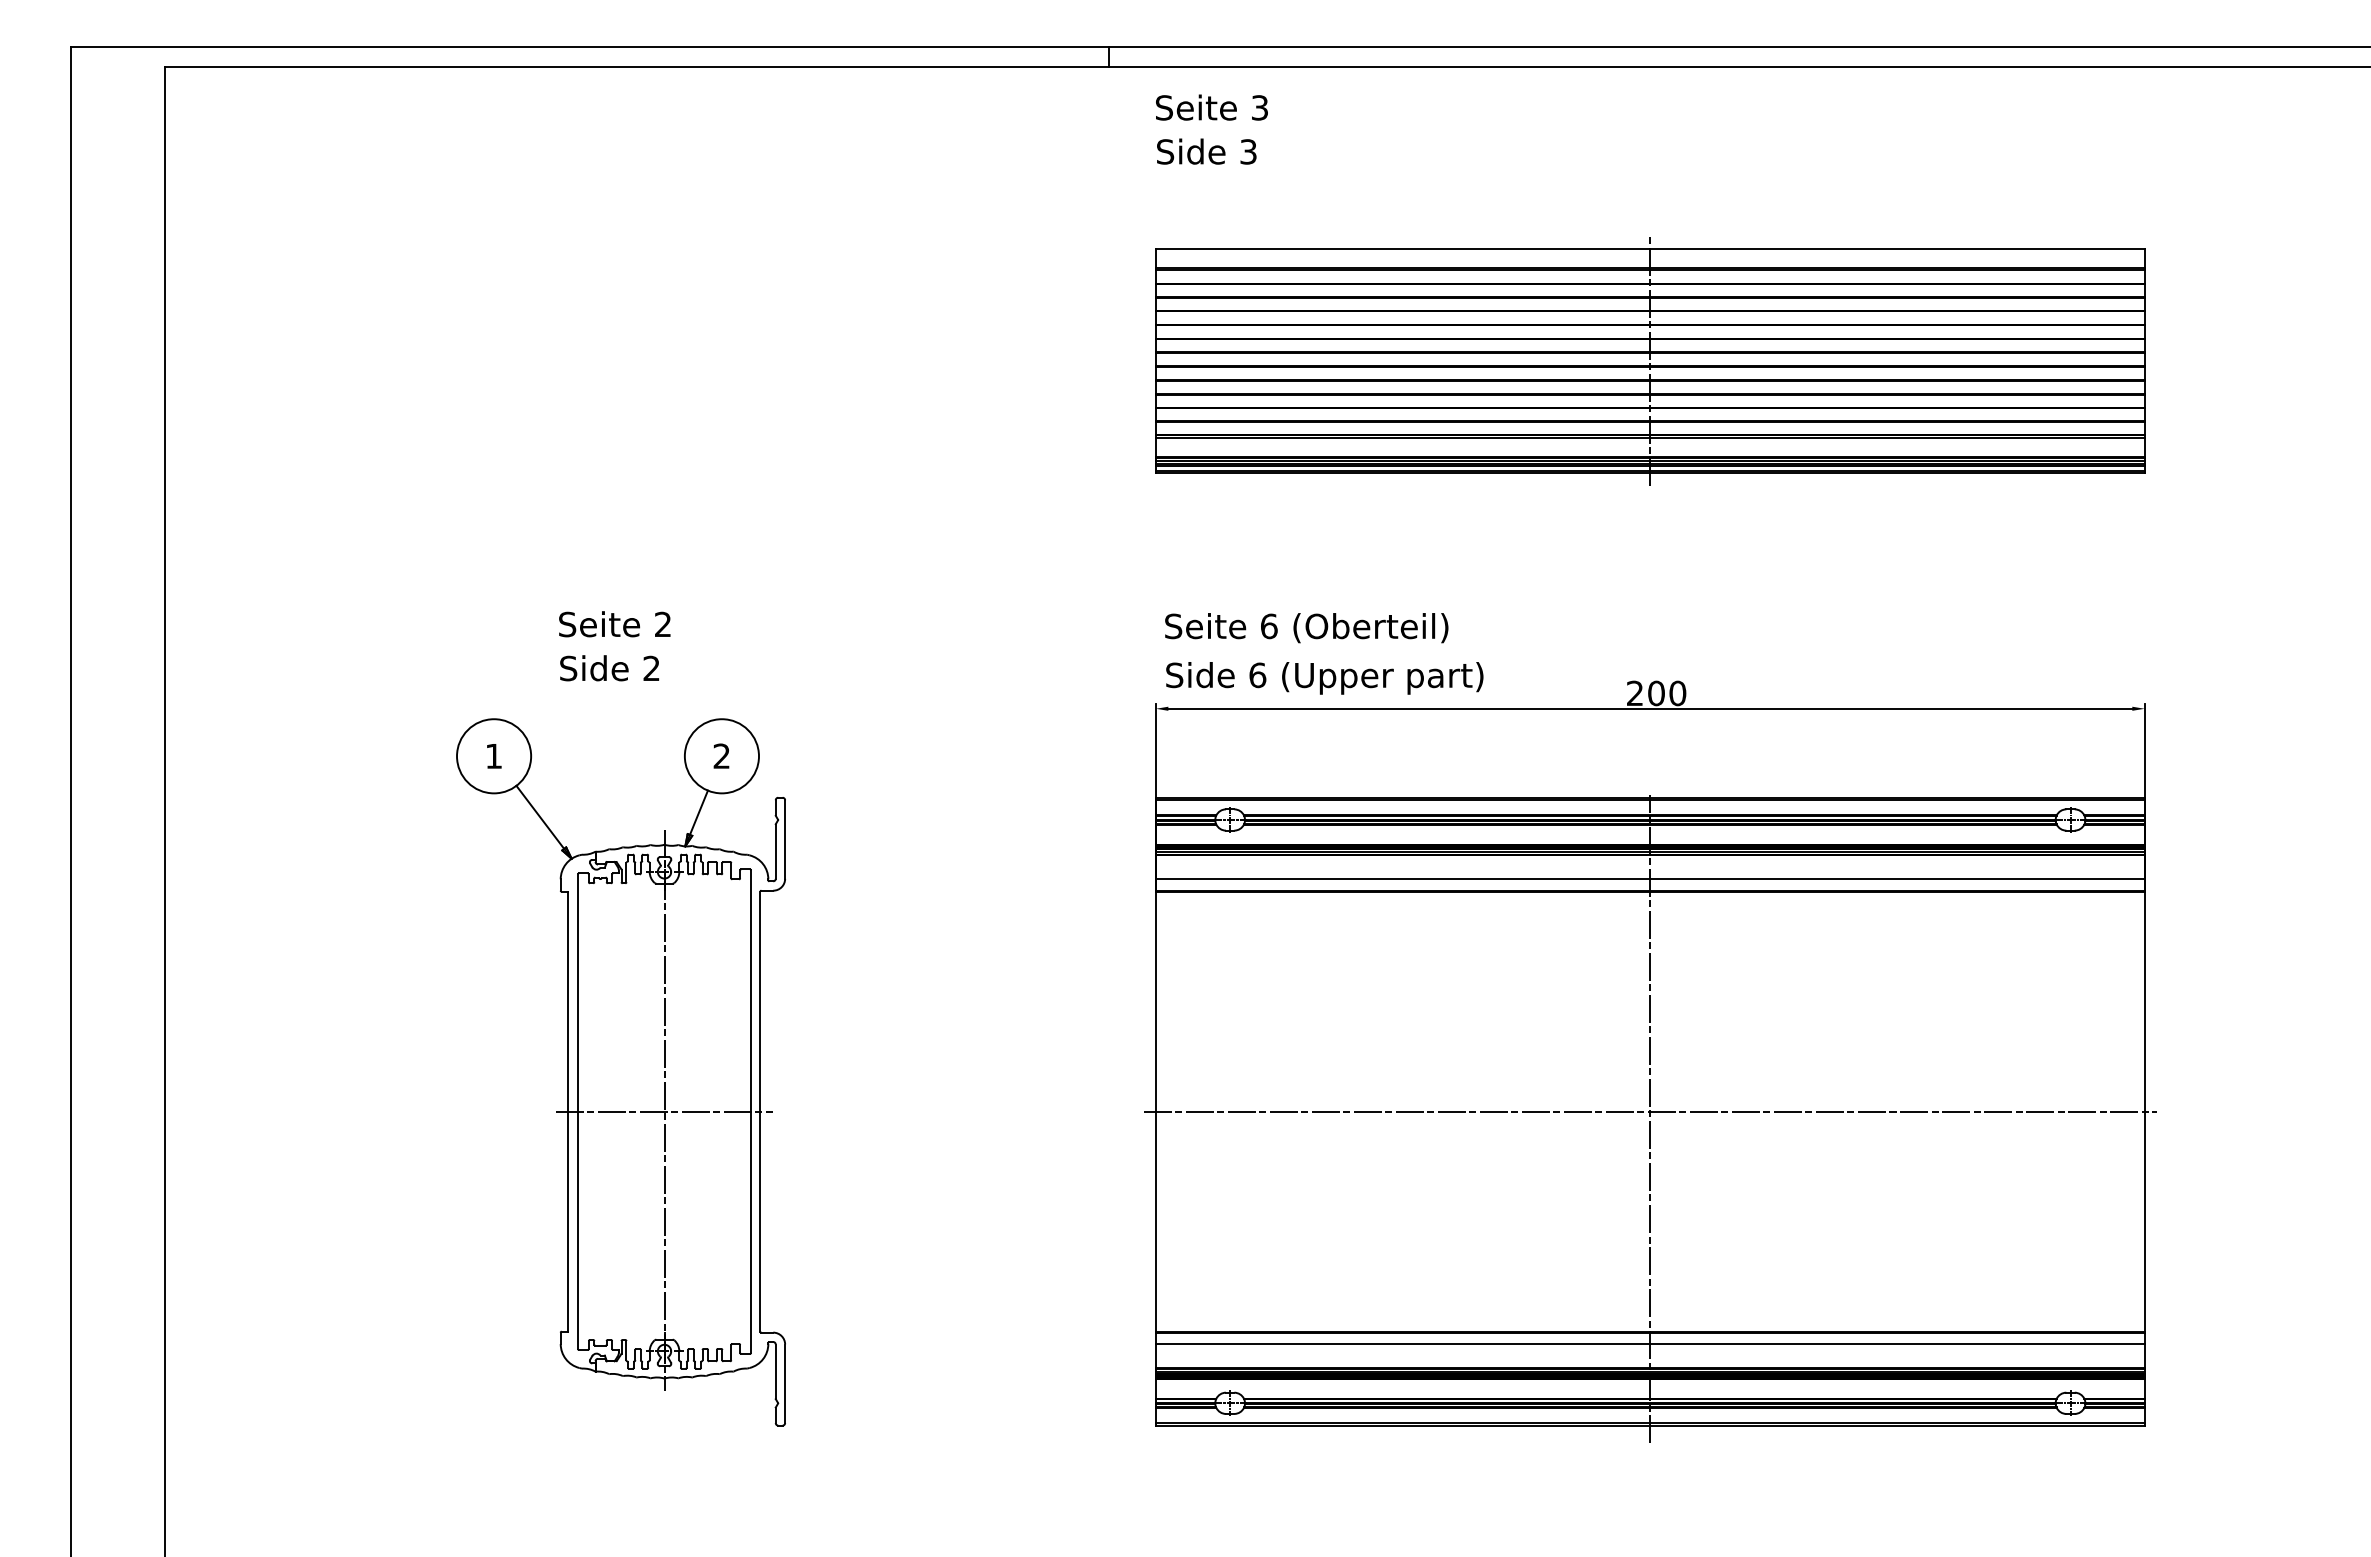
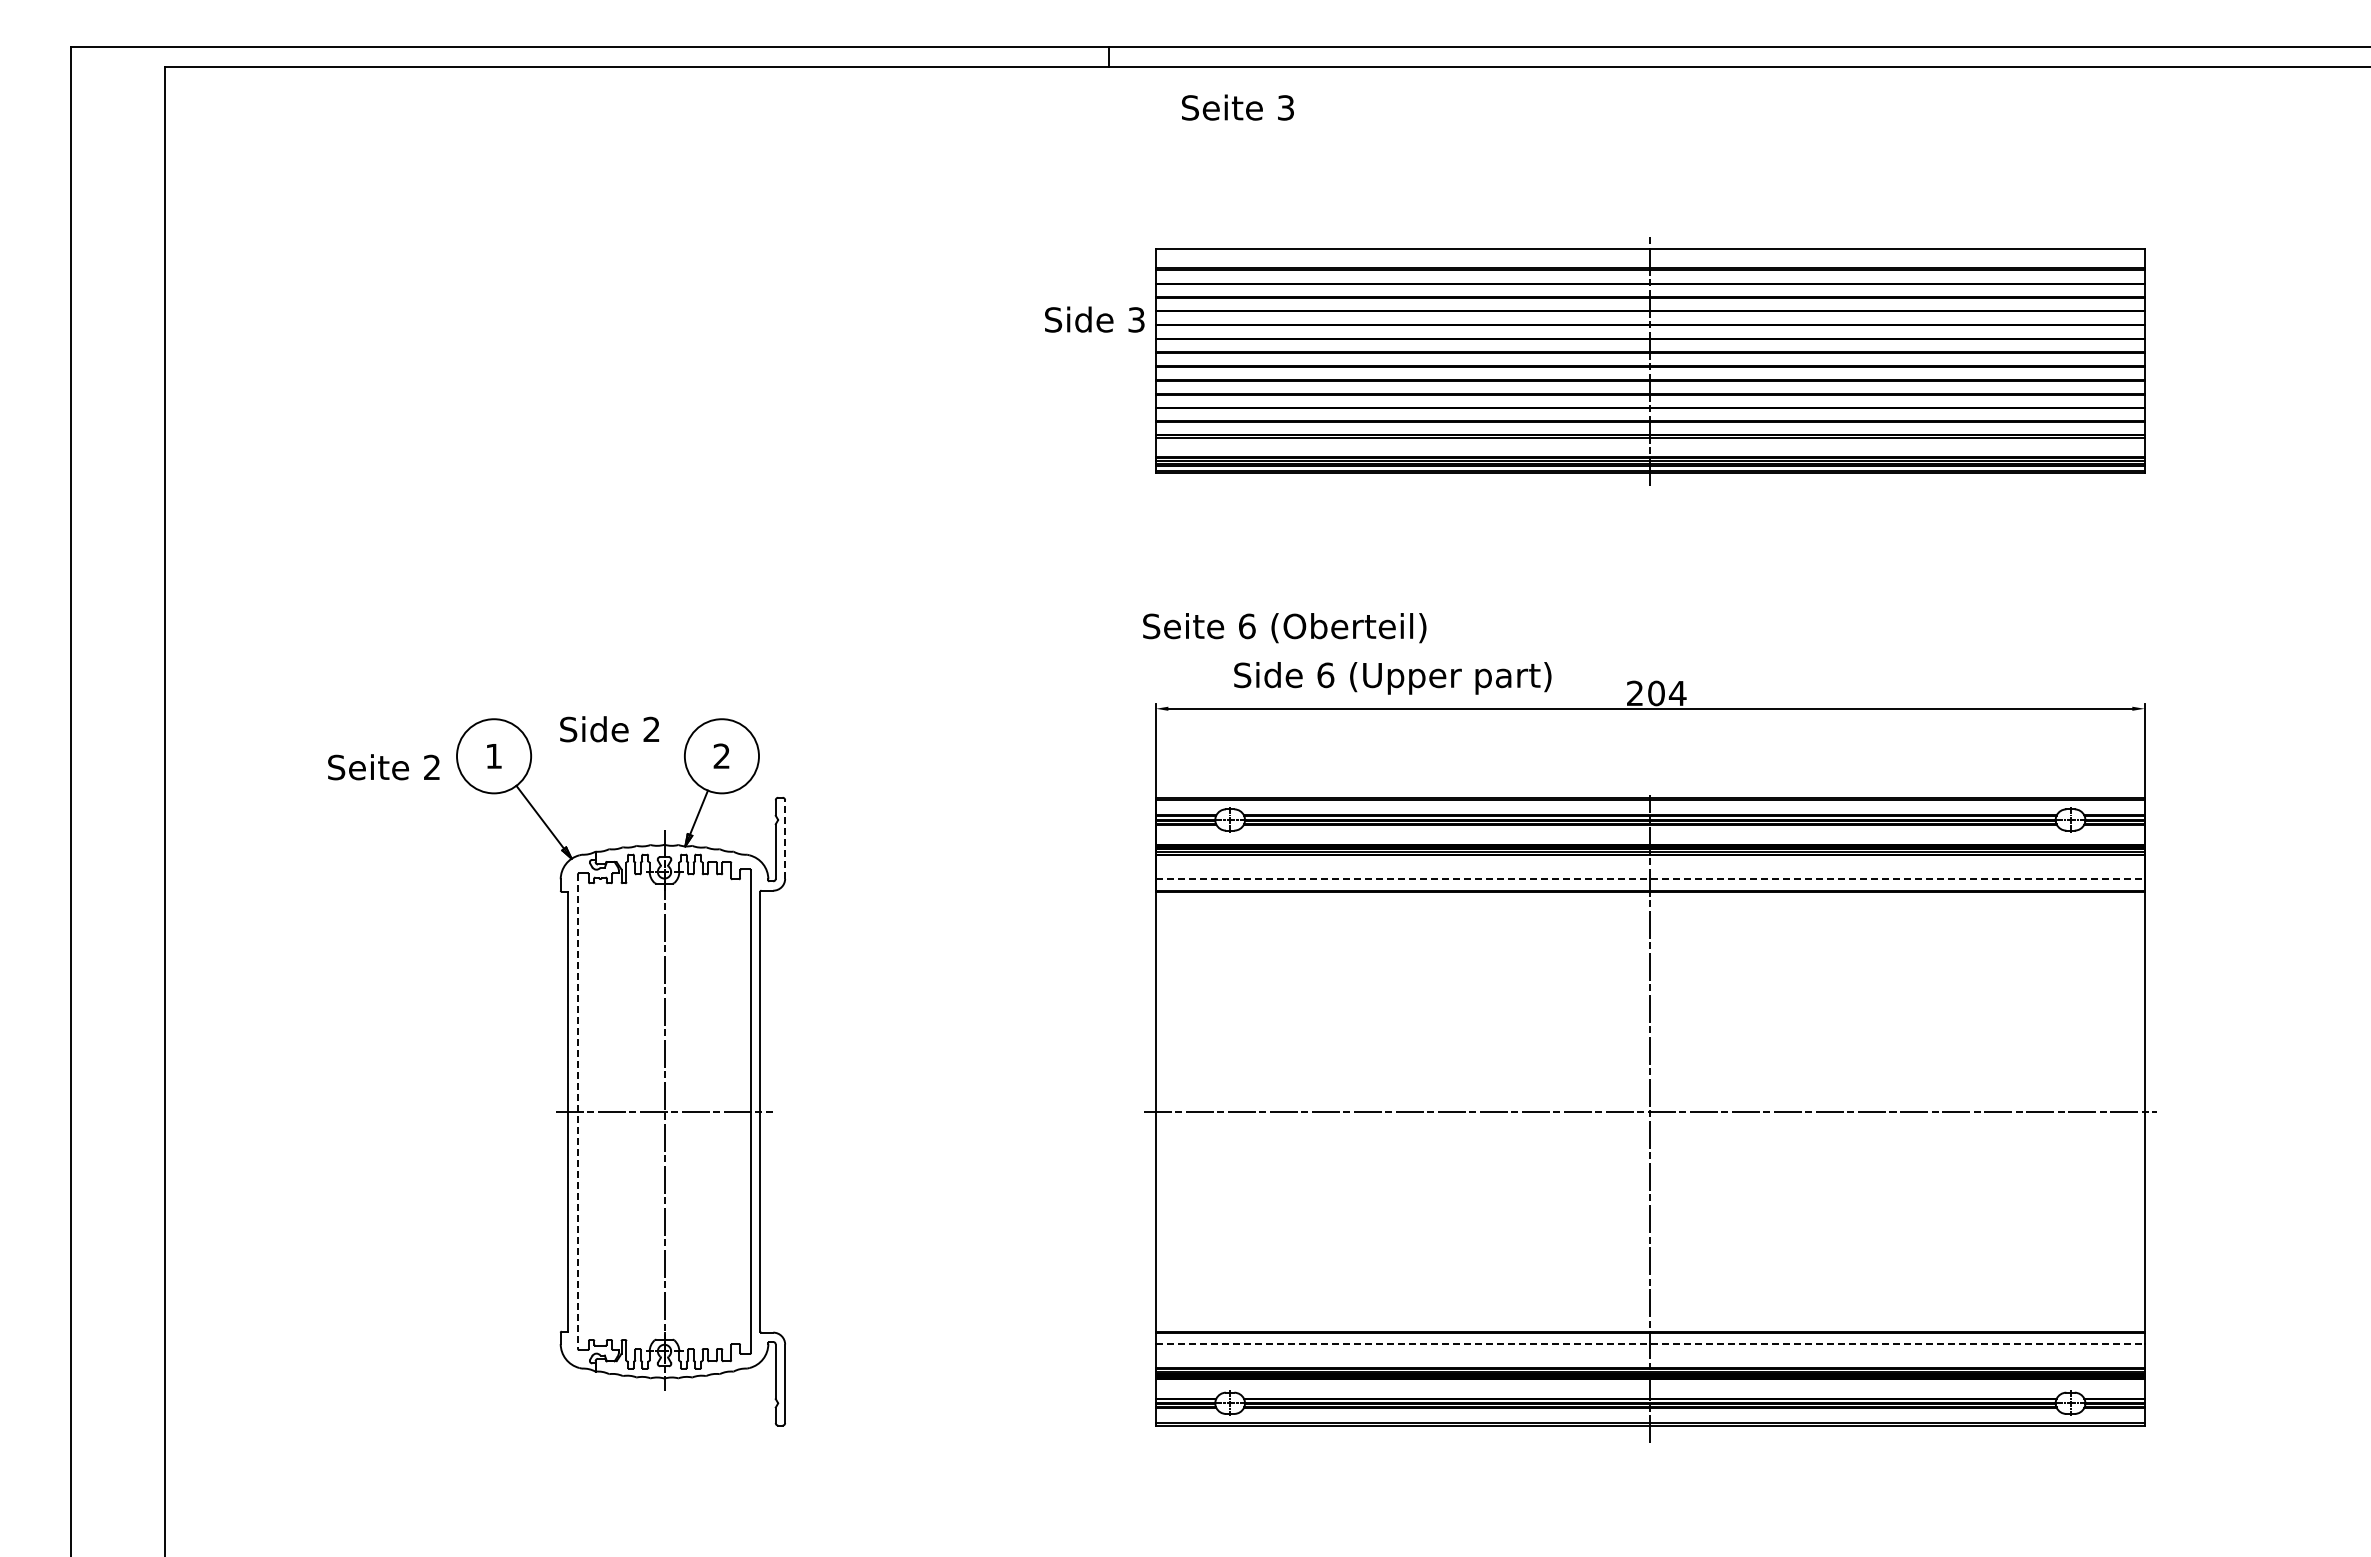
text at (1211, 107) position: (1211, 107) -> (1237, 107)
text at (1206, 151) position: (1206, 151) -> (1094, 319)
text at (614, 624) position: (614, 624) -> (383, 767)
text at (1306, 628) position: (1306, 628) -> (1284, 628)
text at (609, 668) position: (609, 668) -> (609, 729)
text at (1324, 678) position: (1324, 678) -> (1392, 678)
text at (1677, 693): 200 -> 204
line at (785, 839): solid -> dashed
line at (1650, 879): solid -> dashed
line at (578, 1112): solid -> dashed
line at (1650, 1344): solid -> dashed
